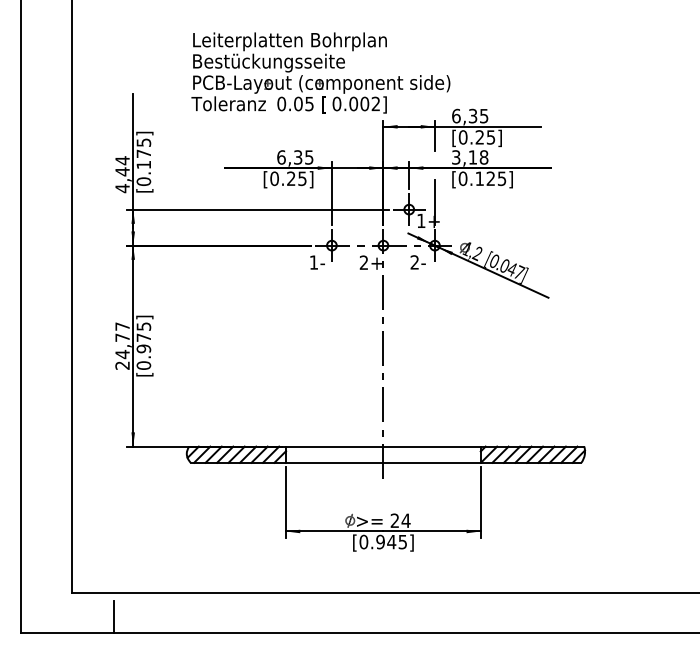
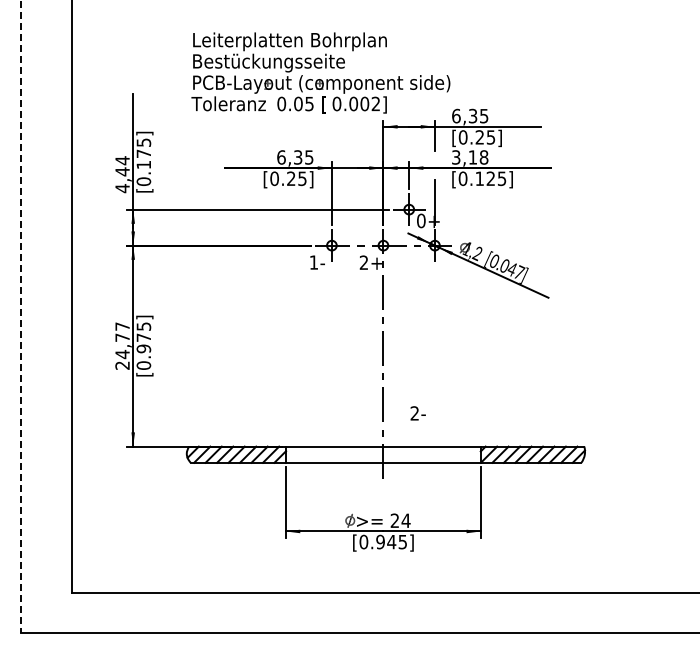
text at (421, 220): 1+ -> 0+
text at (417, 262) position: (417, 262) -> (417, 413)
line at (21, 317): solid -> dashed
line at (114, 616): present -> none
